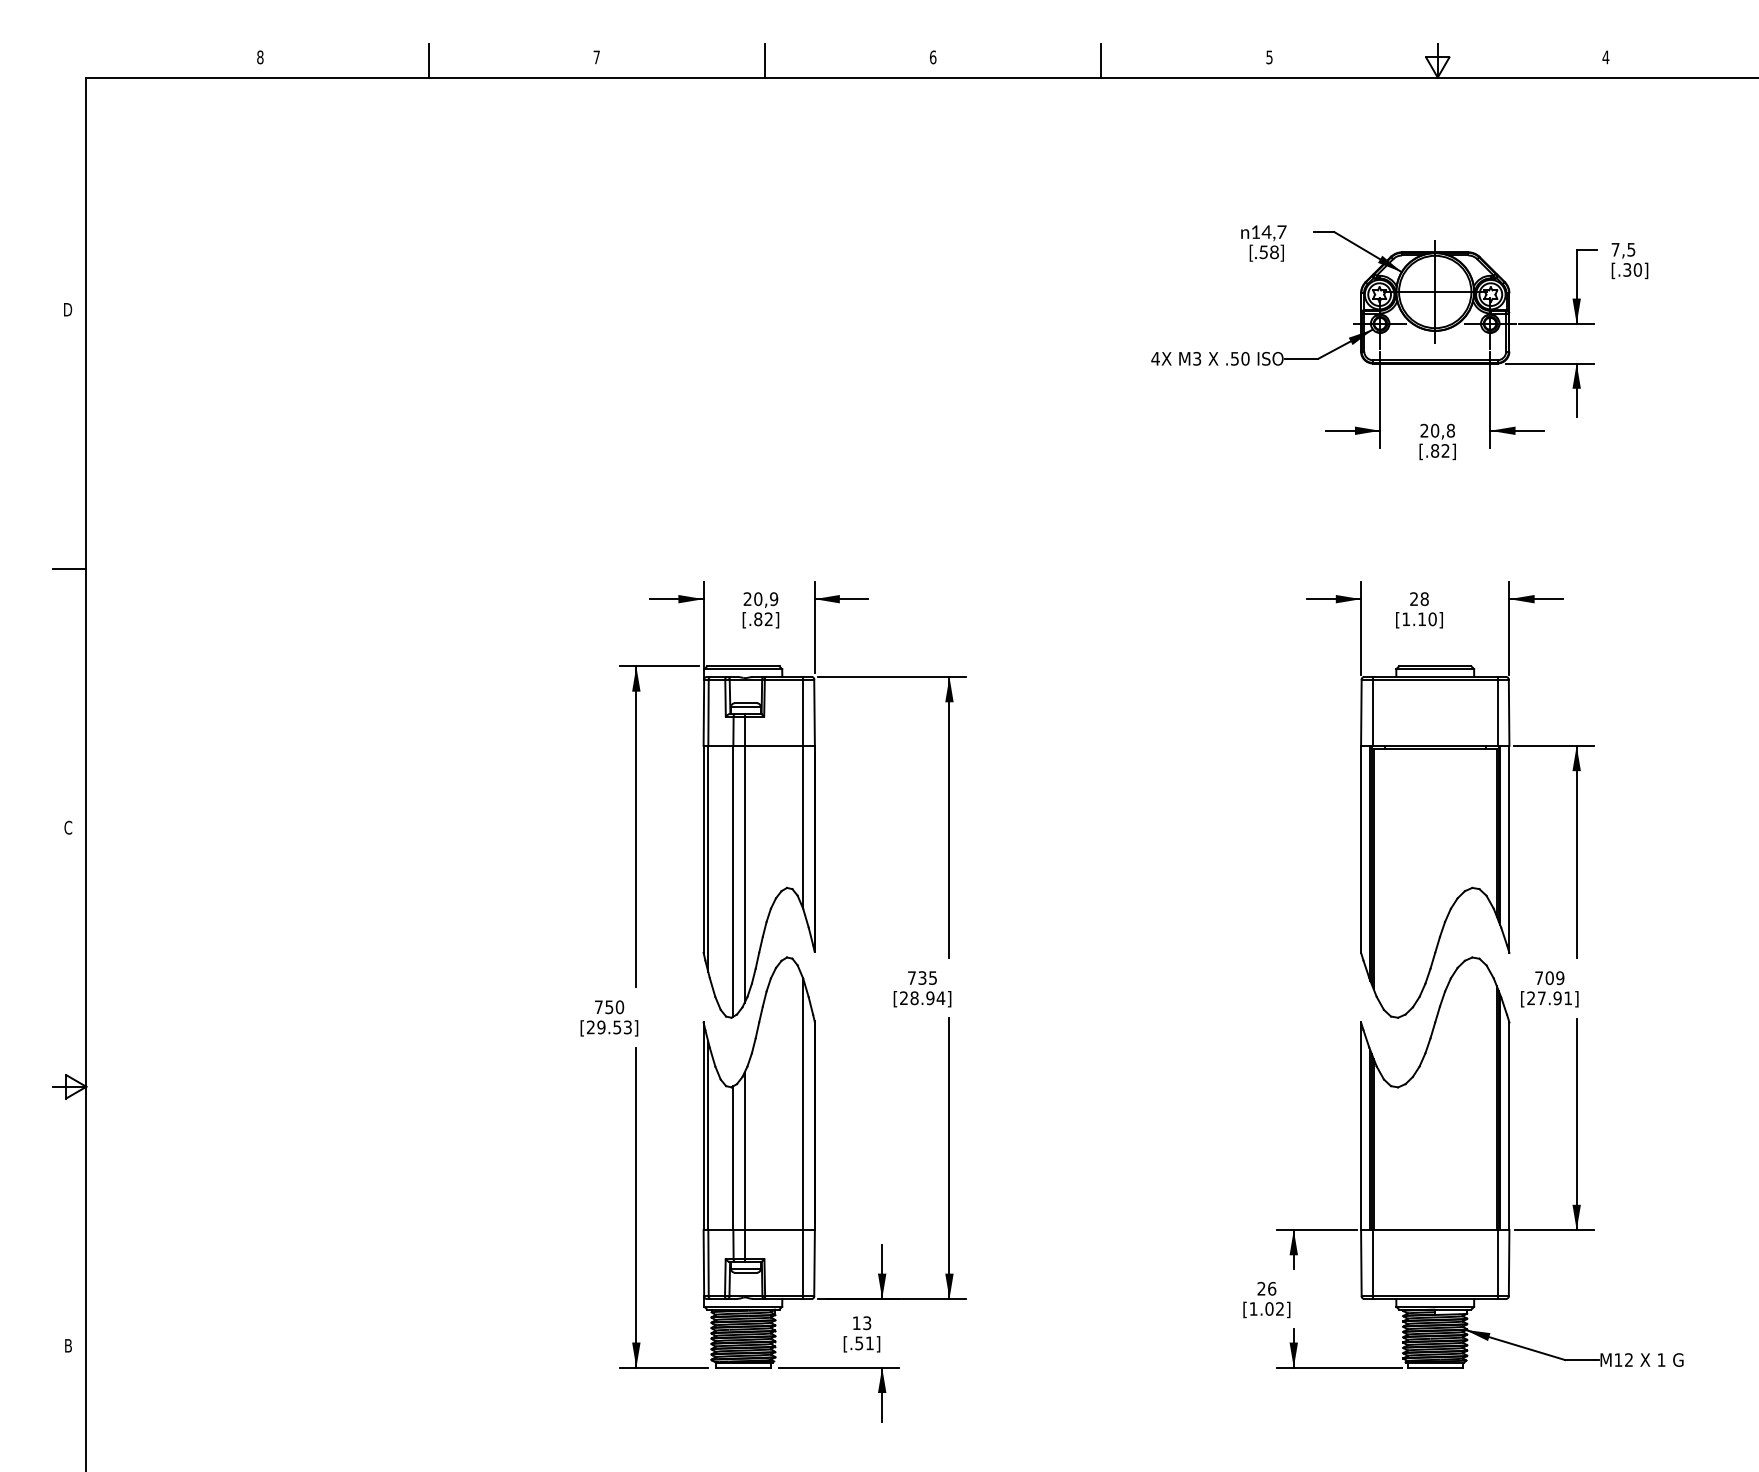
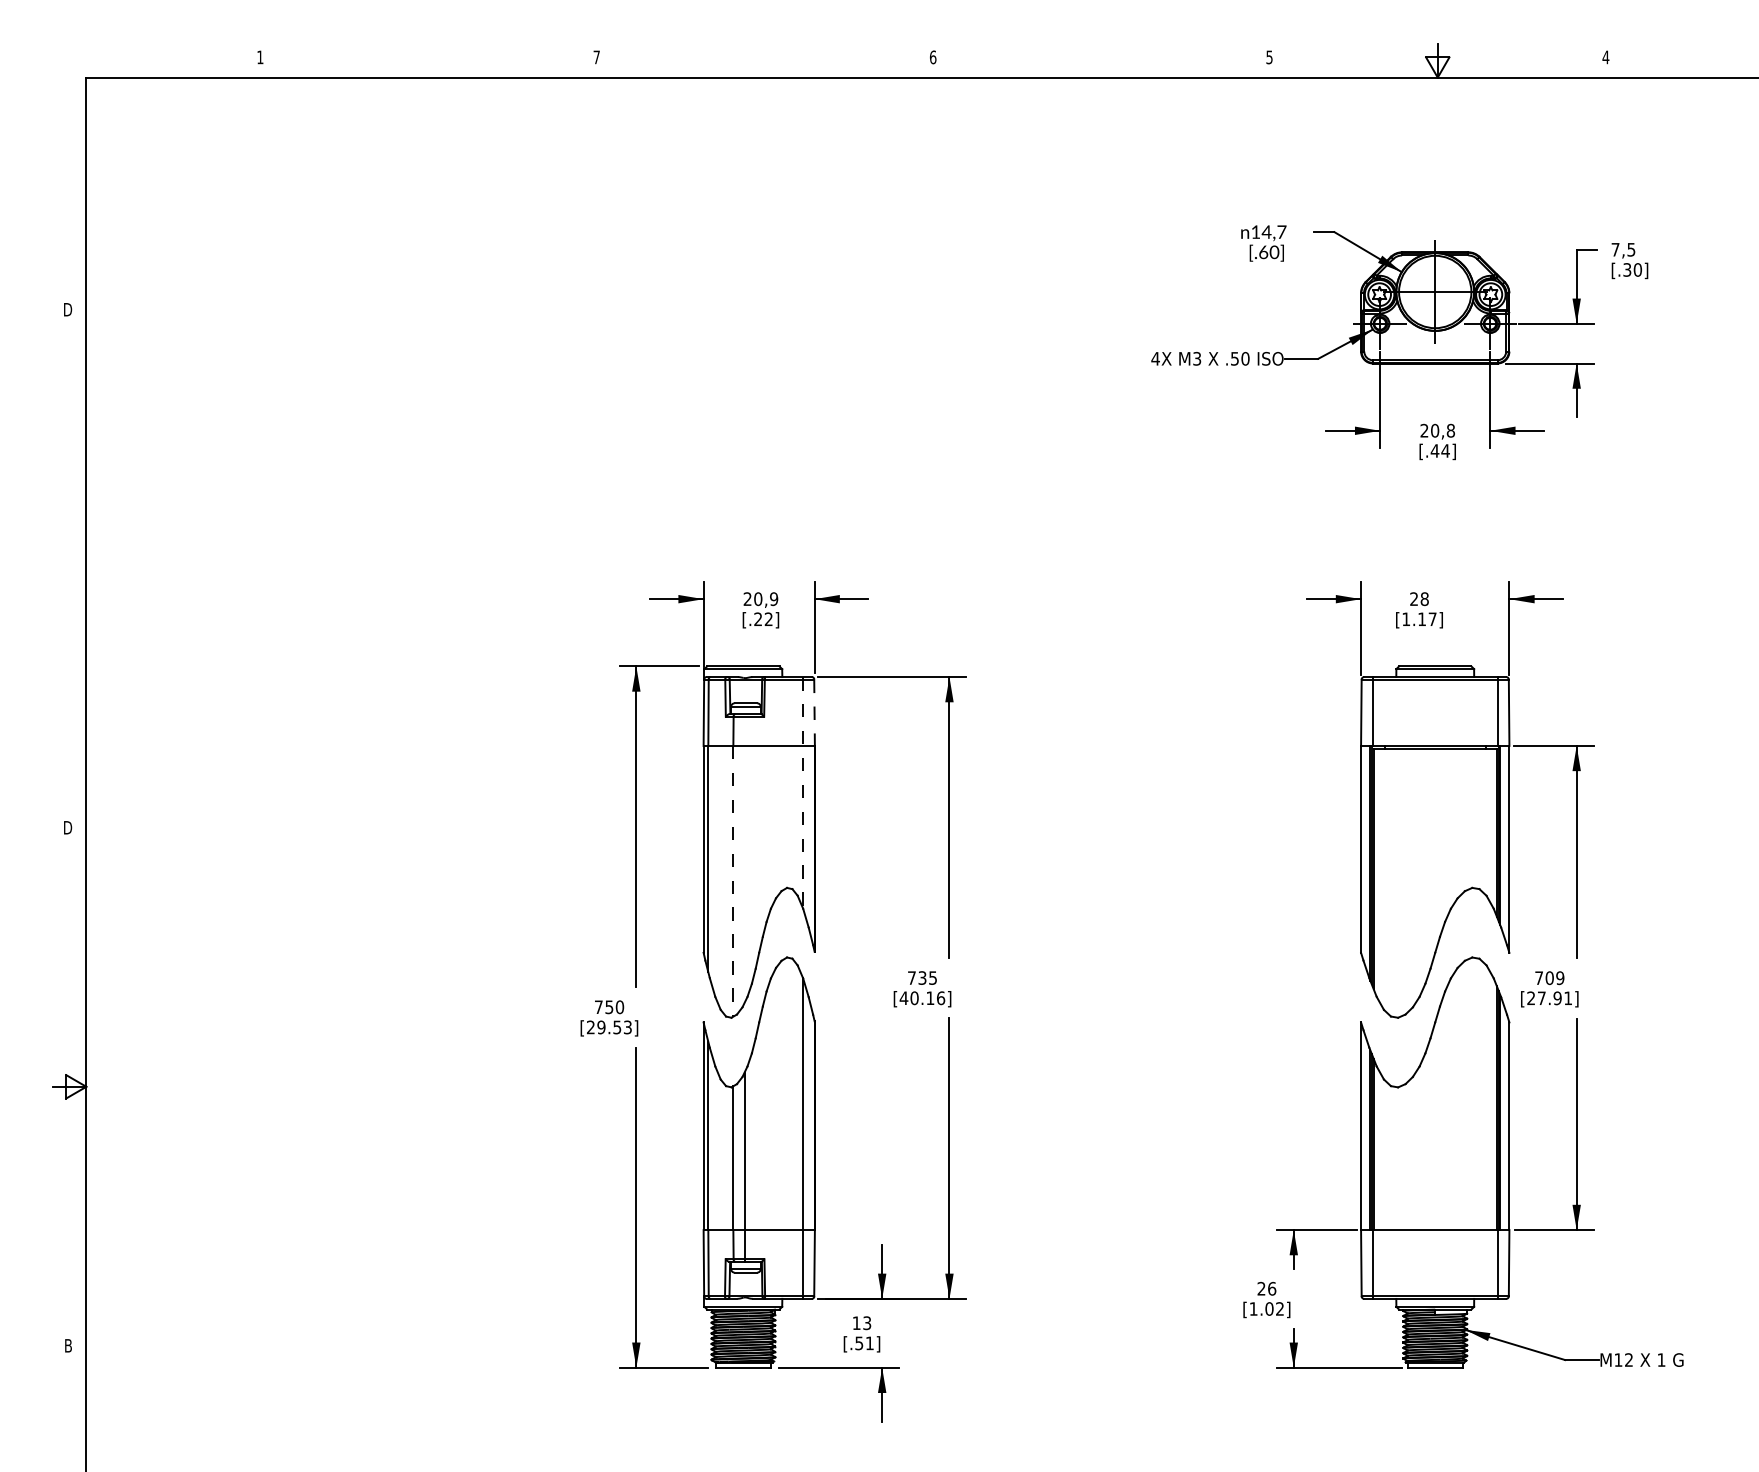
text at (260, 57): 8 -> 1
line at (428, 60): present -> none
line at (764, 60): present -> none
line at (1101, 60): present -> none
text at (1269, 252): [.58] -> [.60]
text at (1439, 450): [.82] -> [.44]
line at (69, 568): present -> none
text at (758, 619): [.82] -> [.22]
text at (1432, 619): [1.10] -> [1.17]
line at (814, 713): solid -> dashed
line at (802, 792): solid -> dashed
text at (68, 827): C -> D
line at (744, 858): present -> none
line at (733, 881): solid -> dashed
text at (922, 998): [28.94] -> [40.16]
